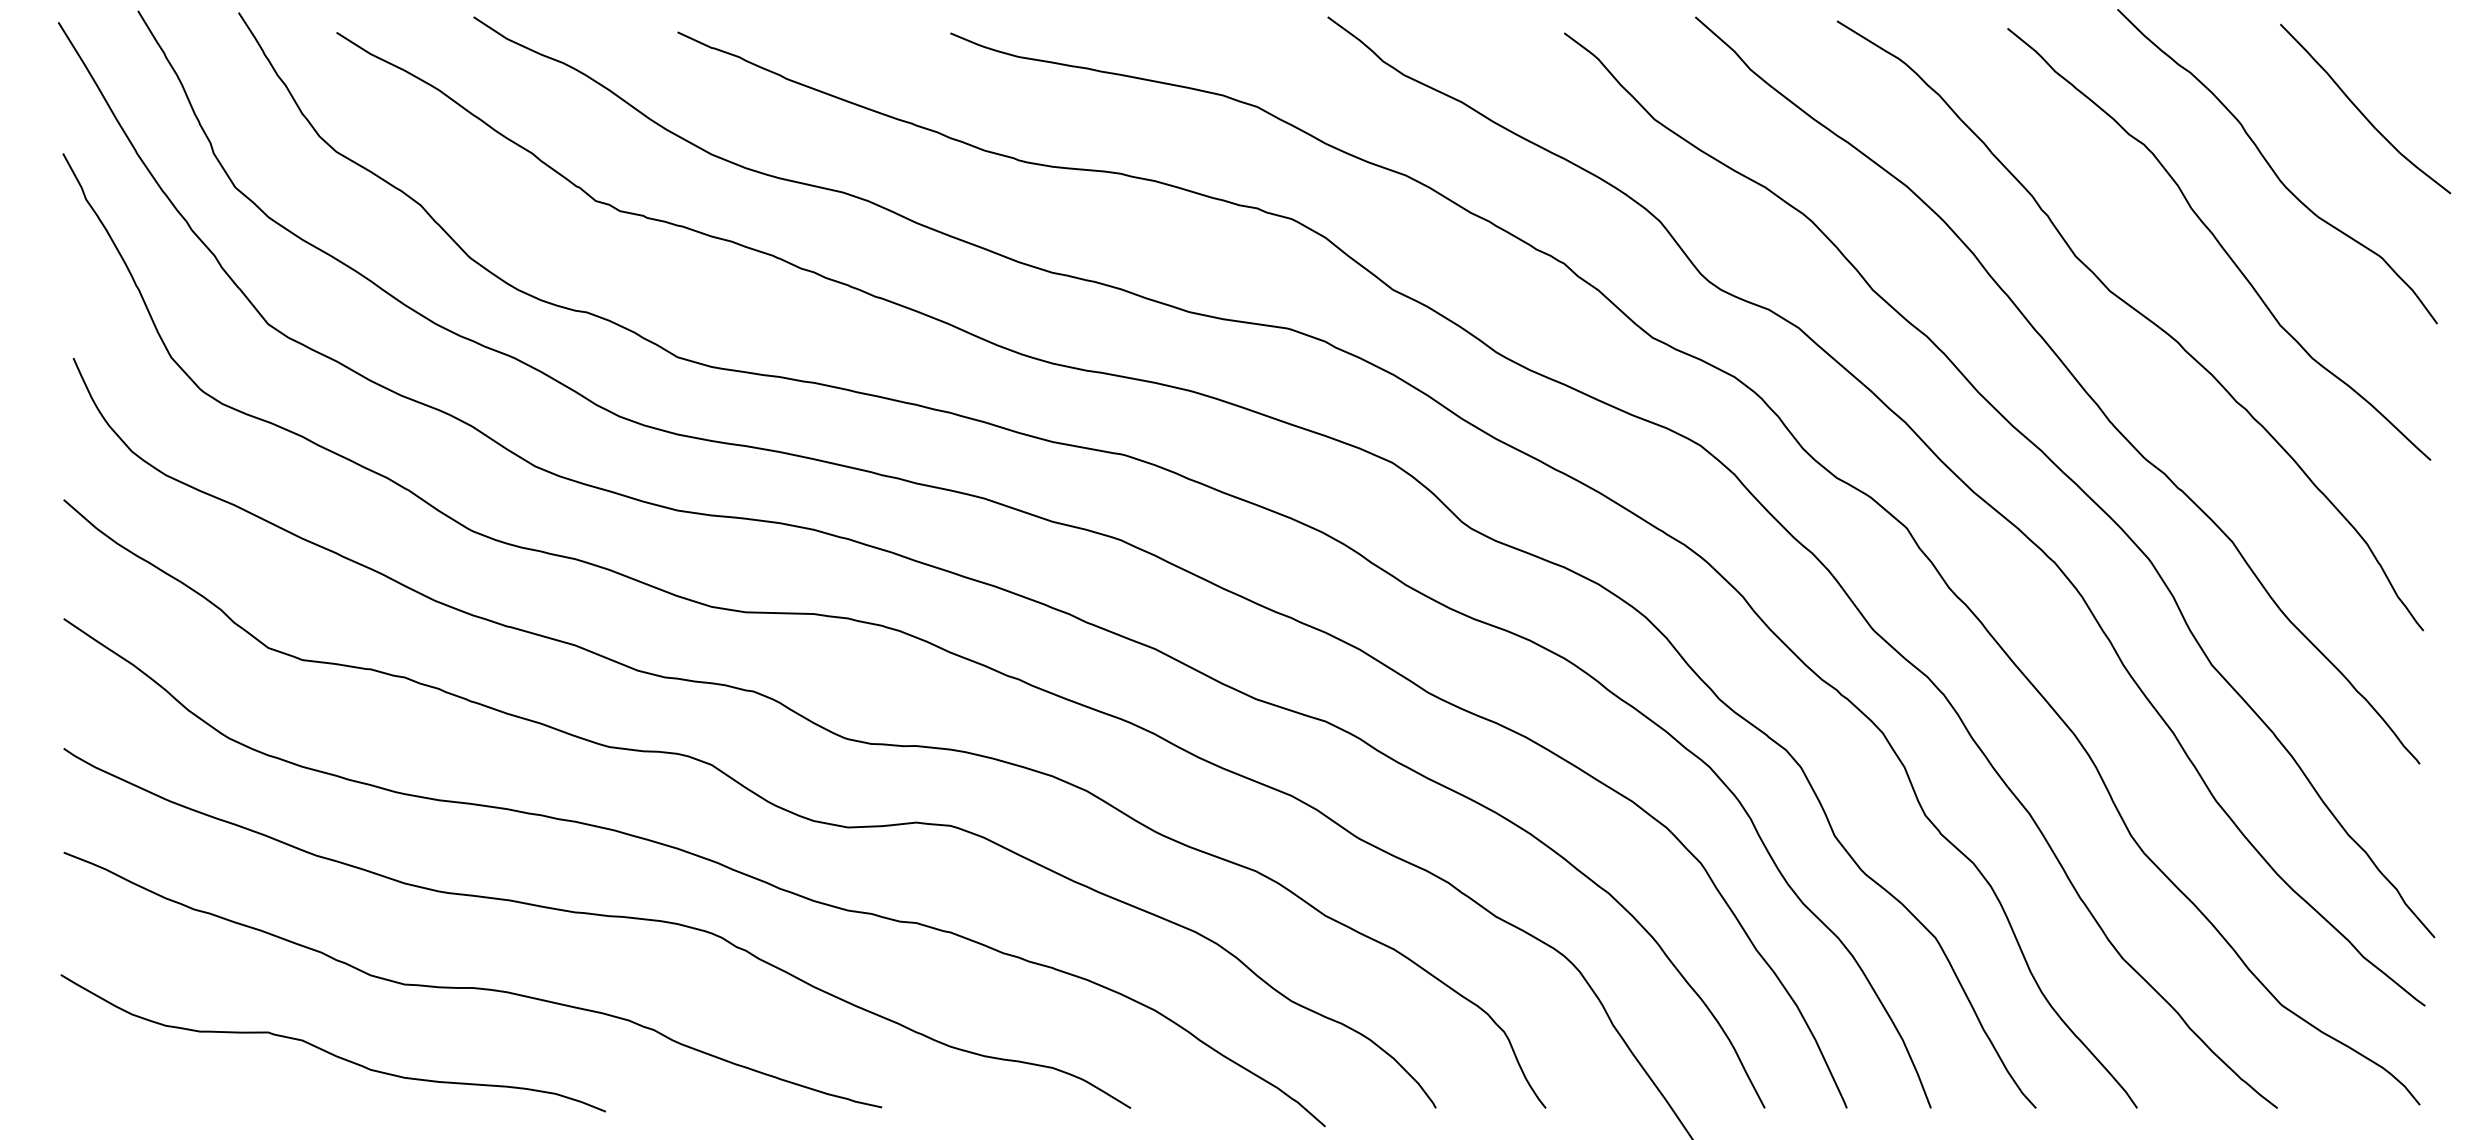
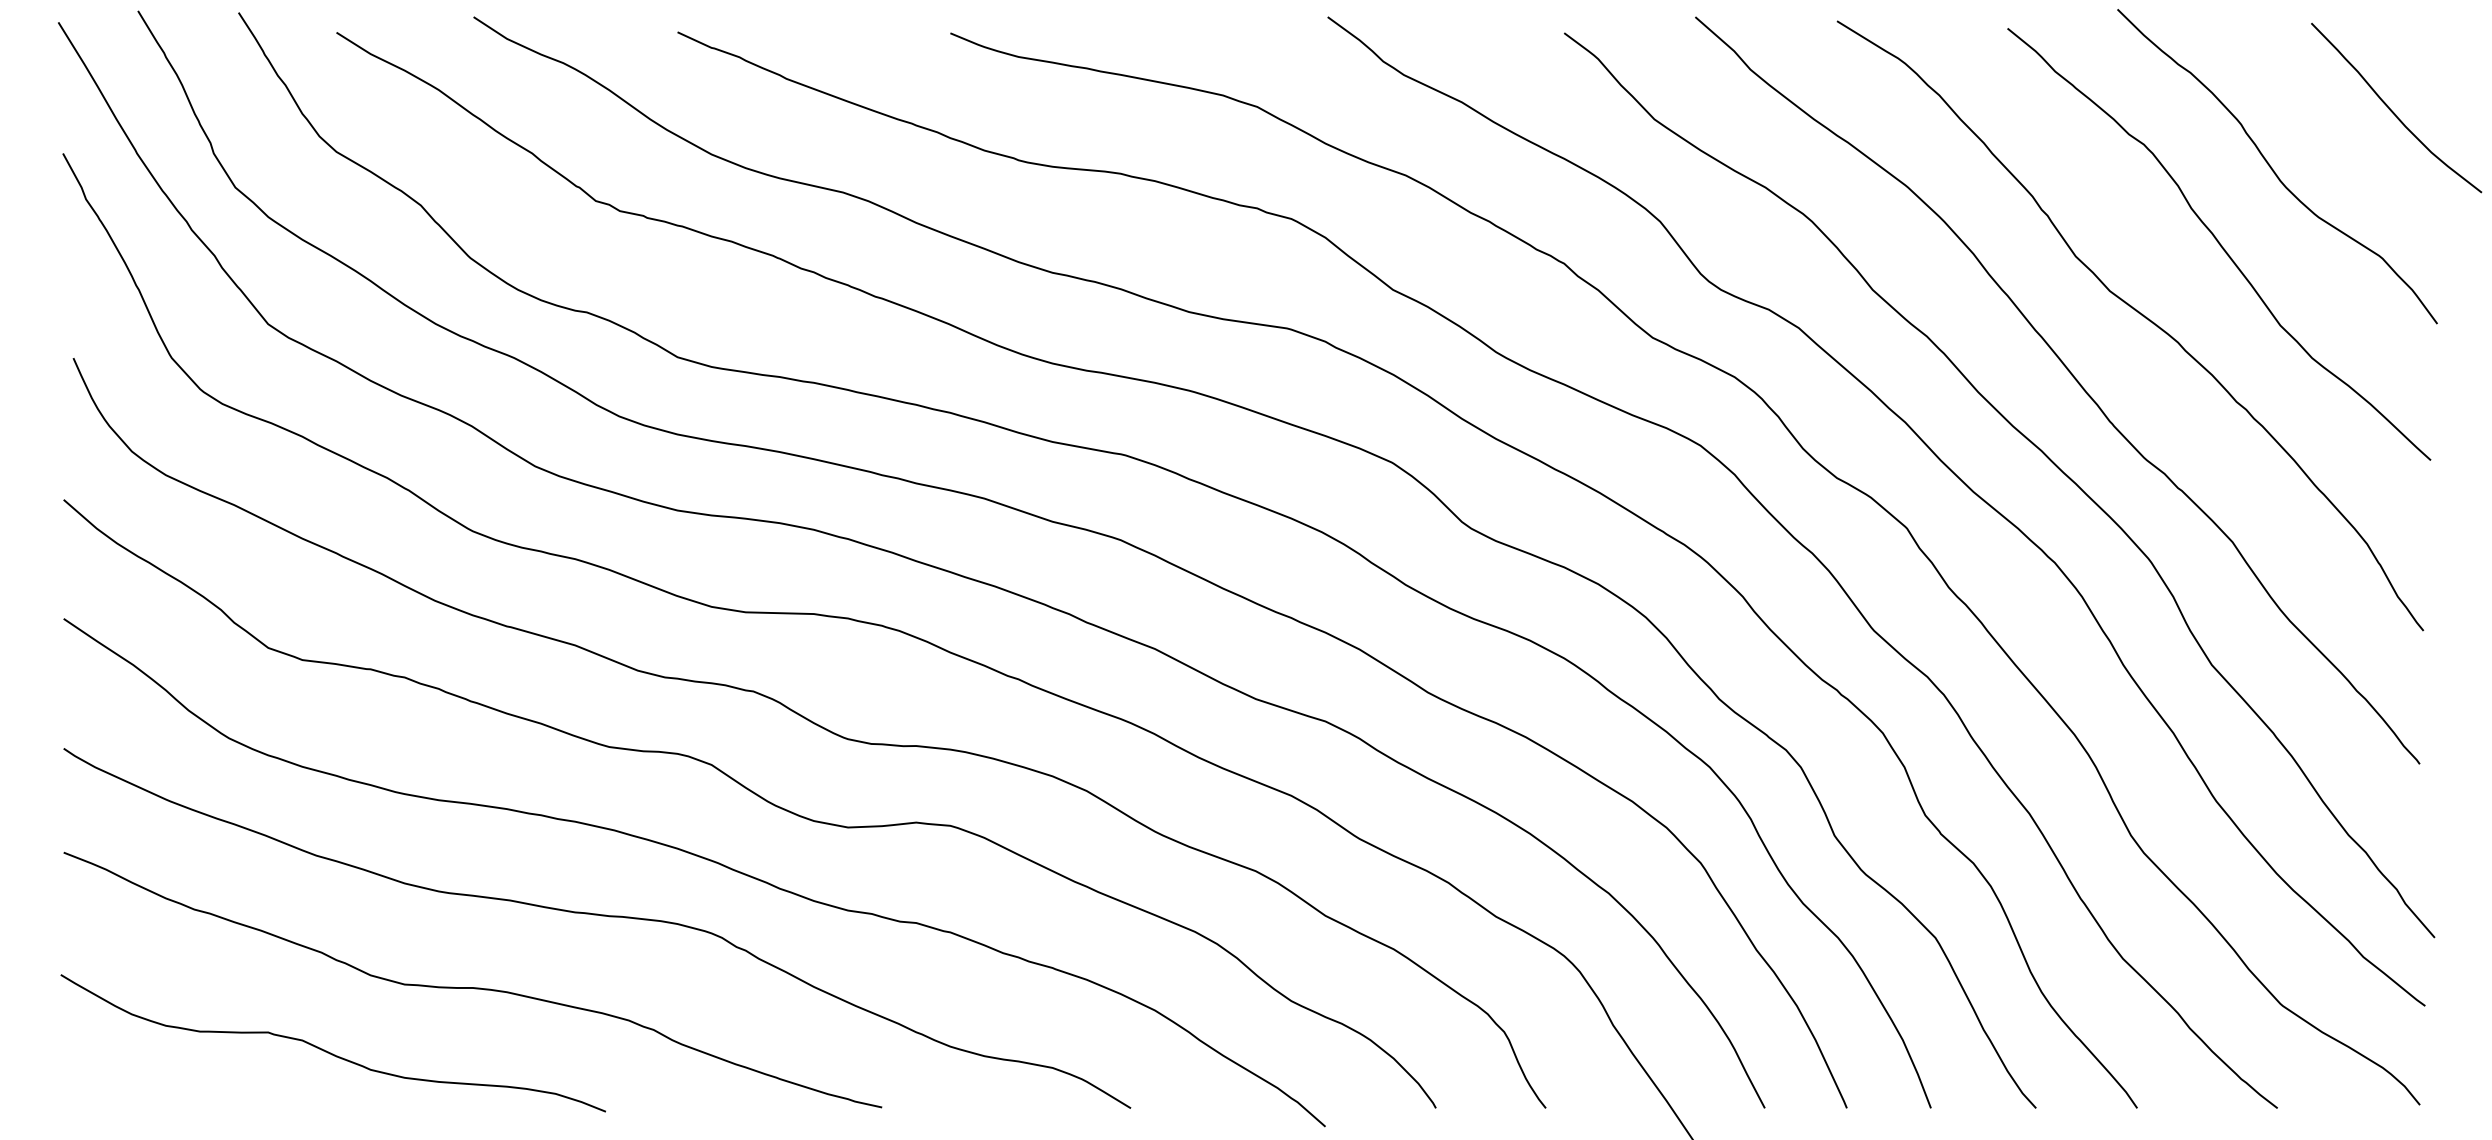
curve at (2361, 111) position: (2361, 111) -> (2392, 110)
